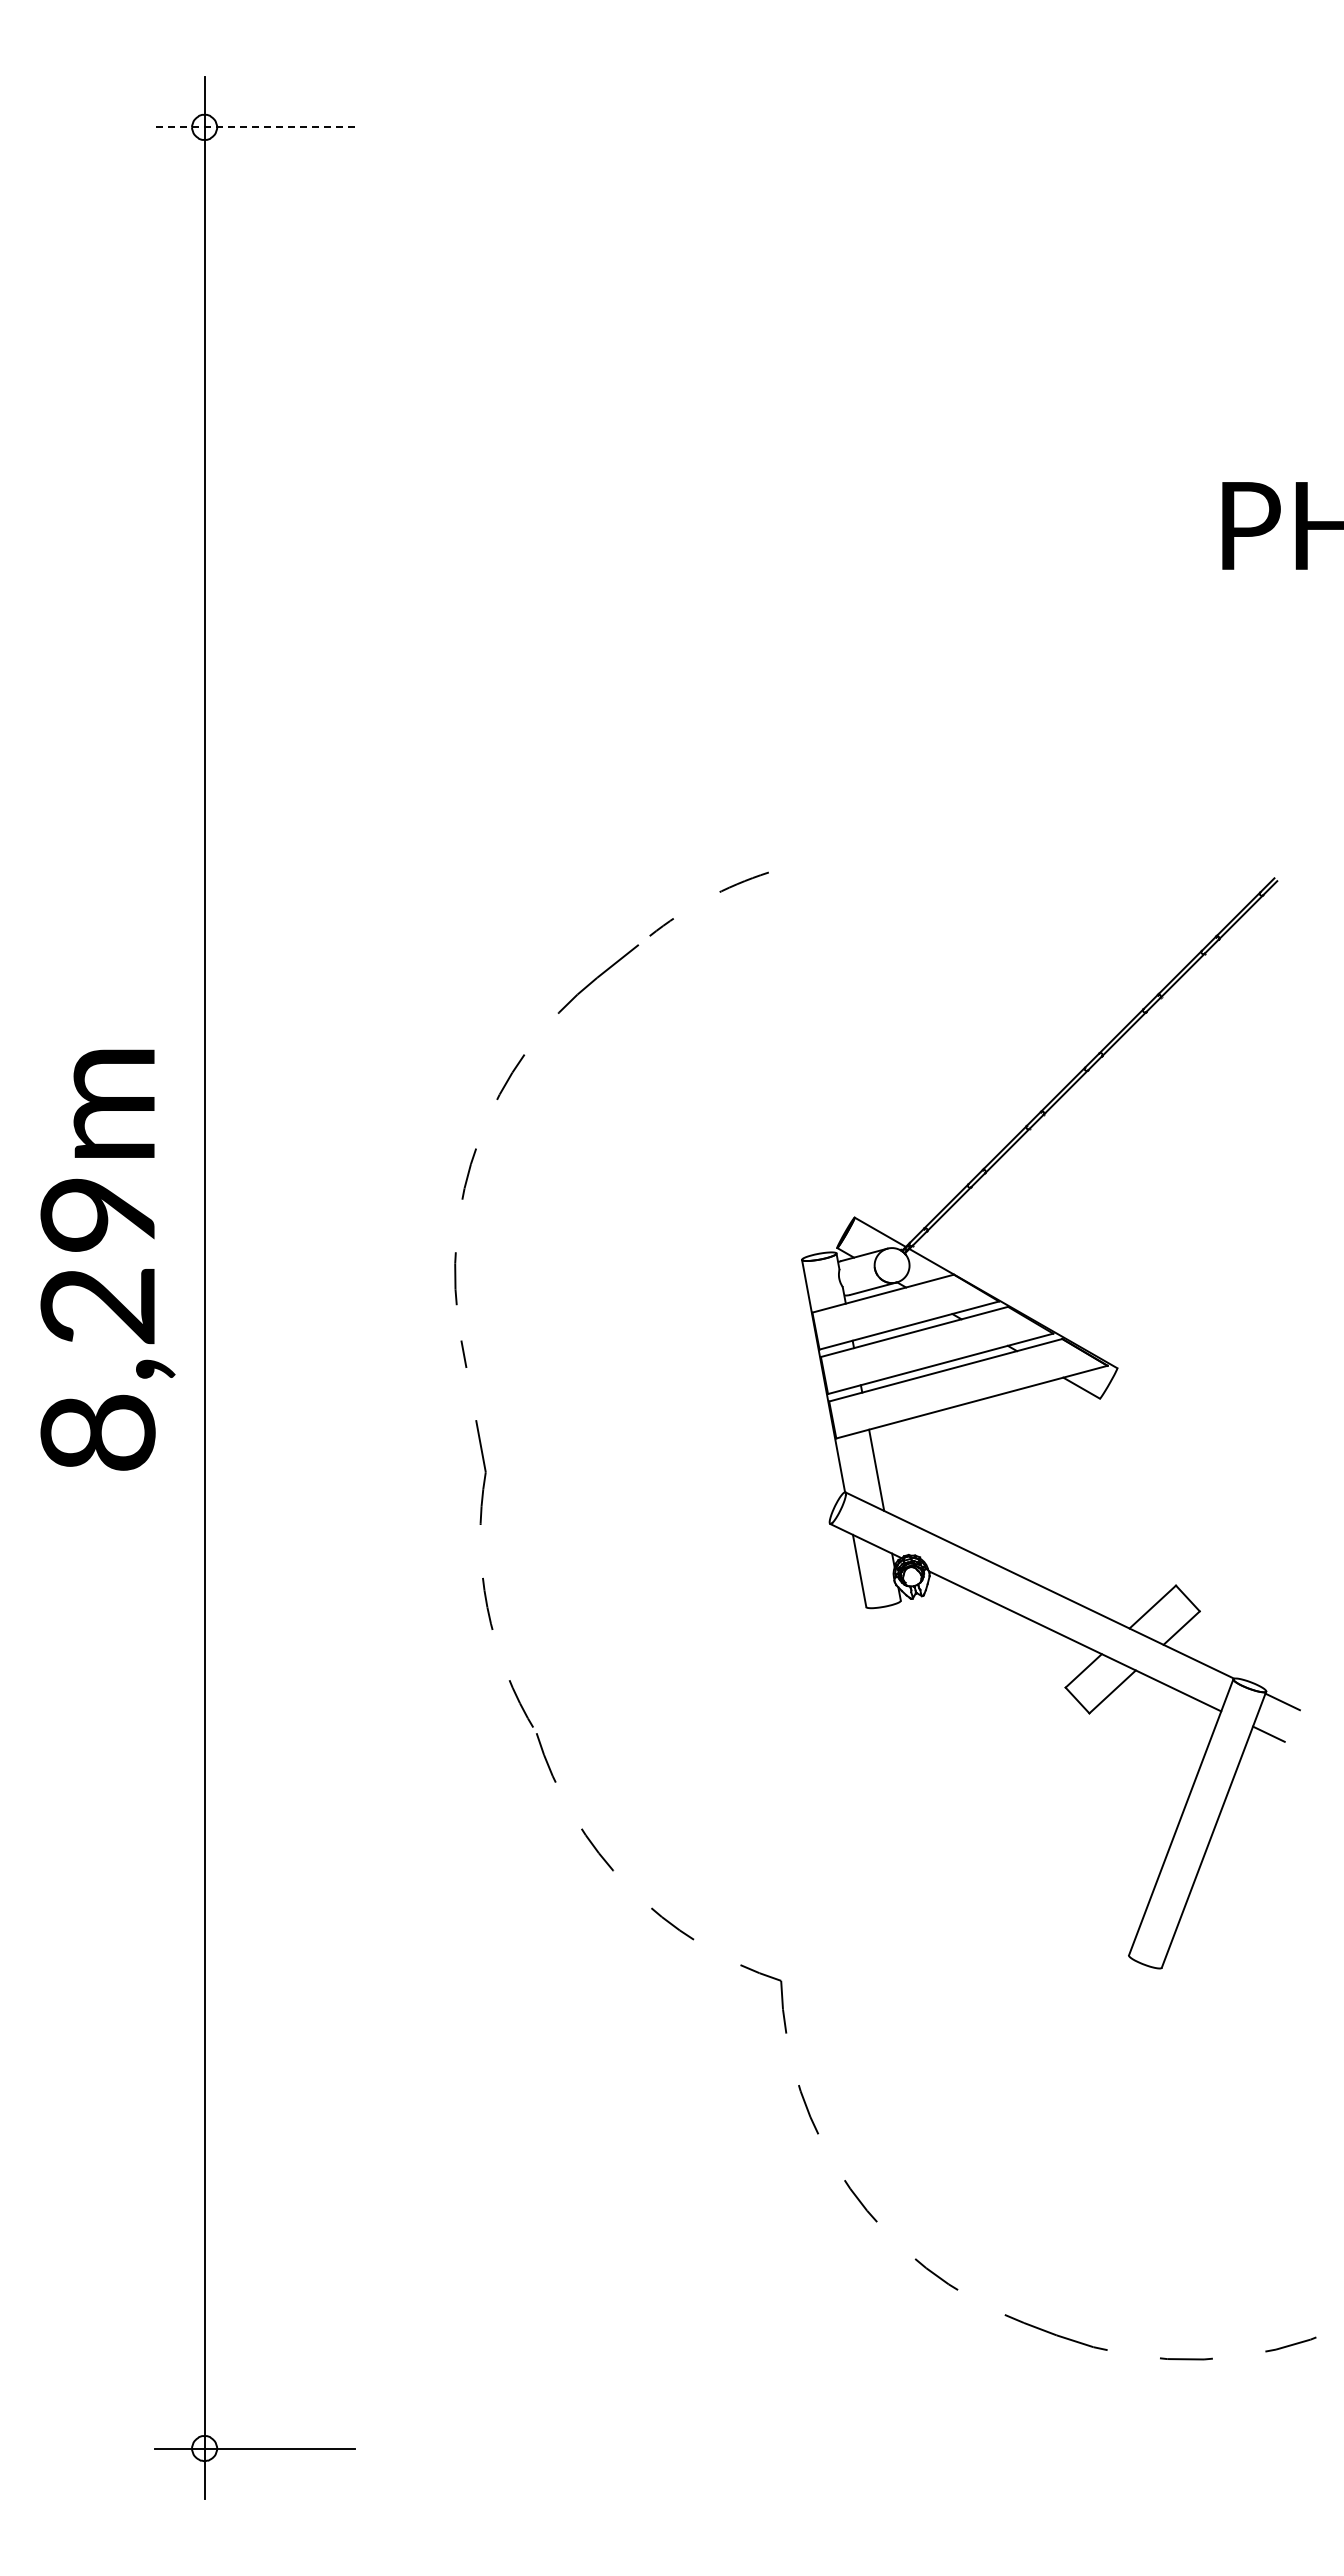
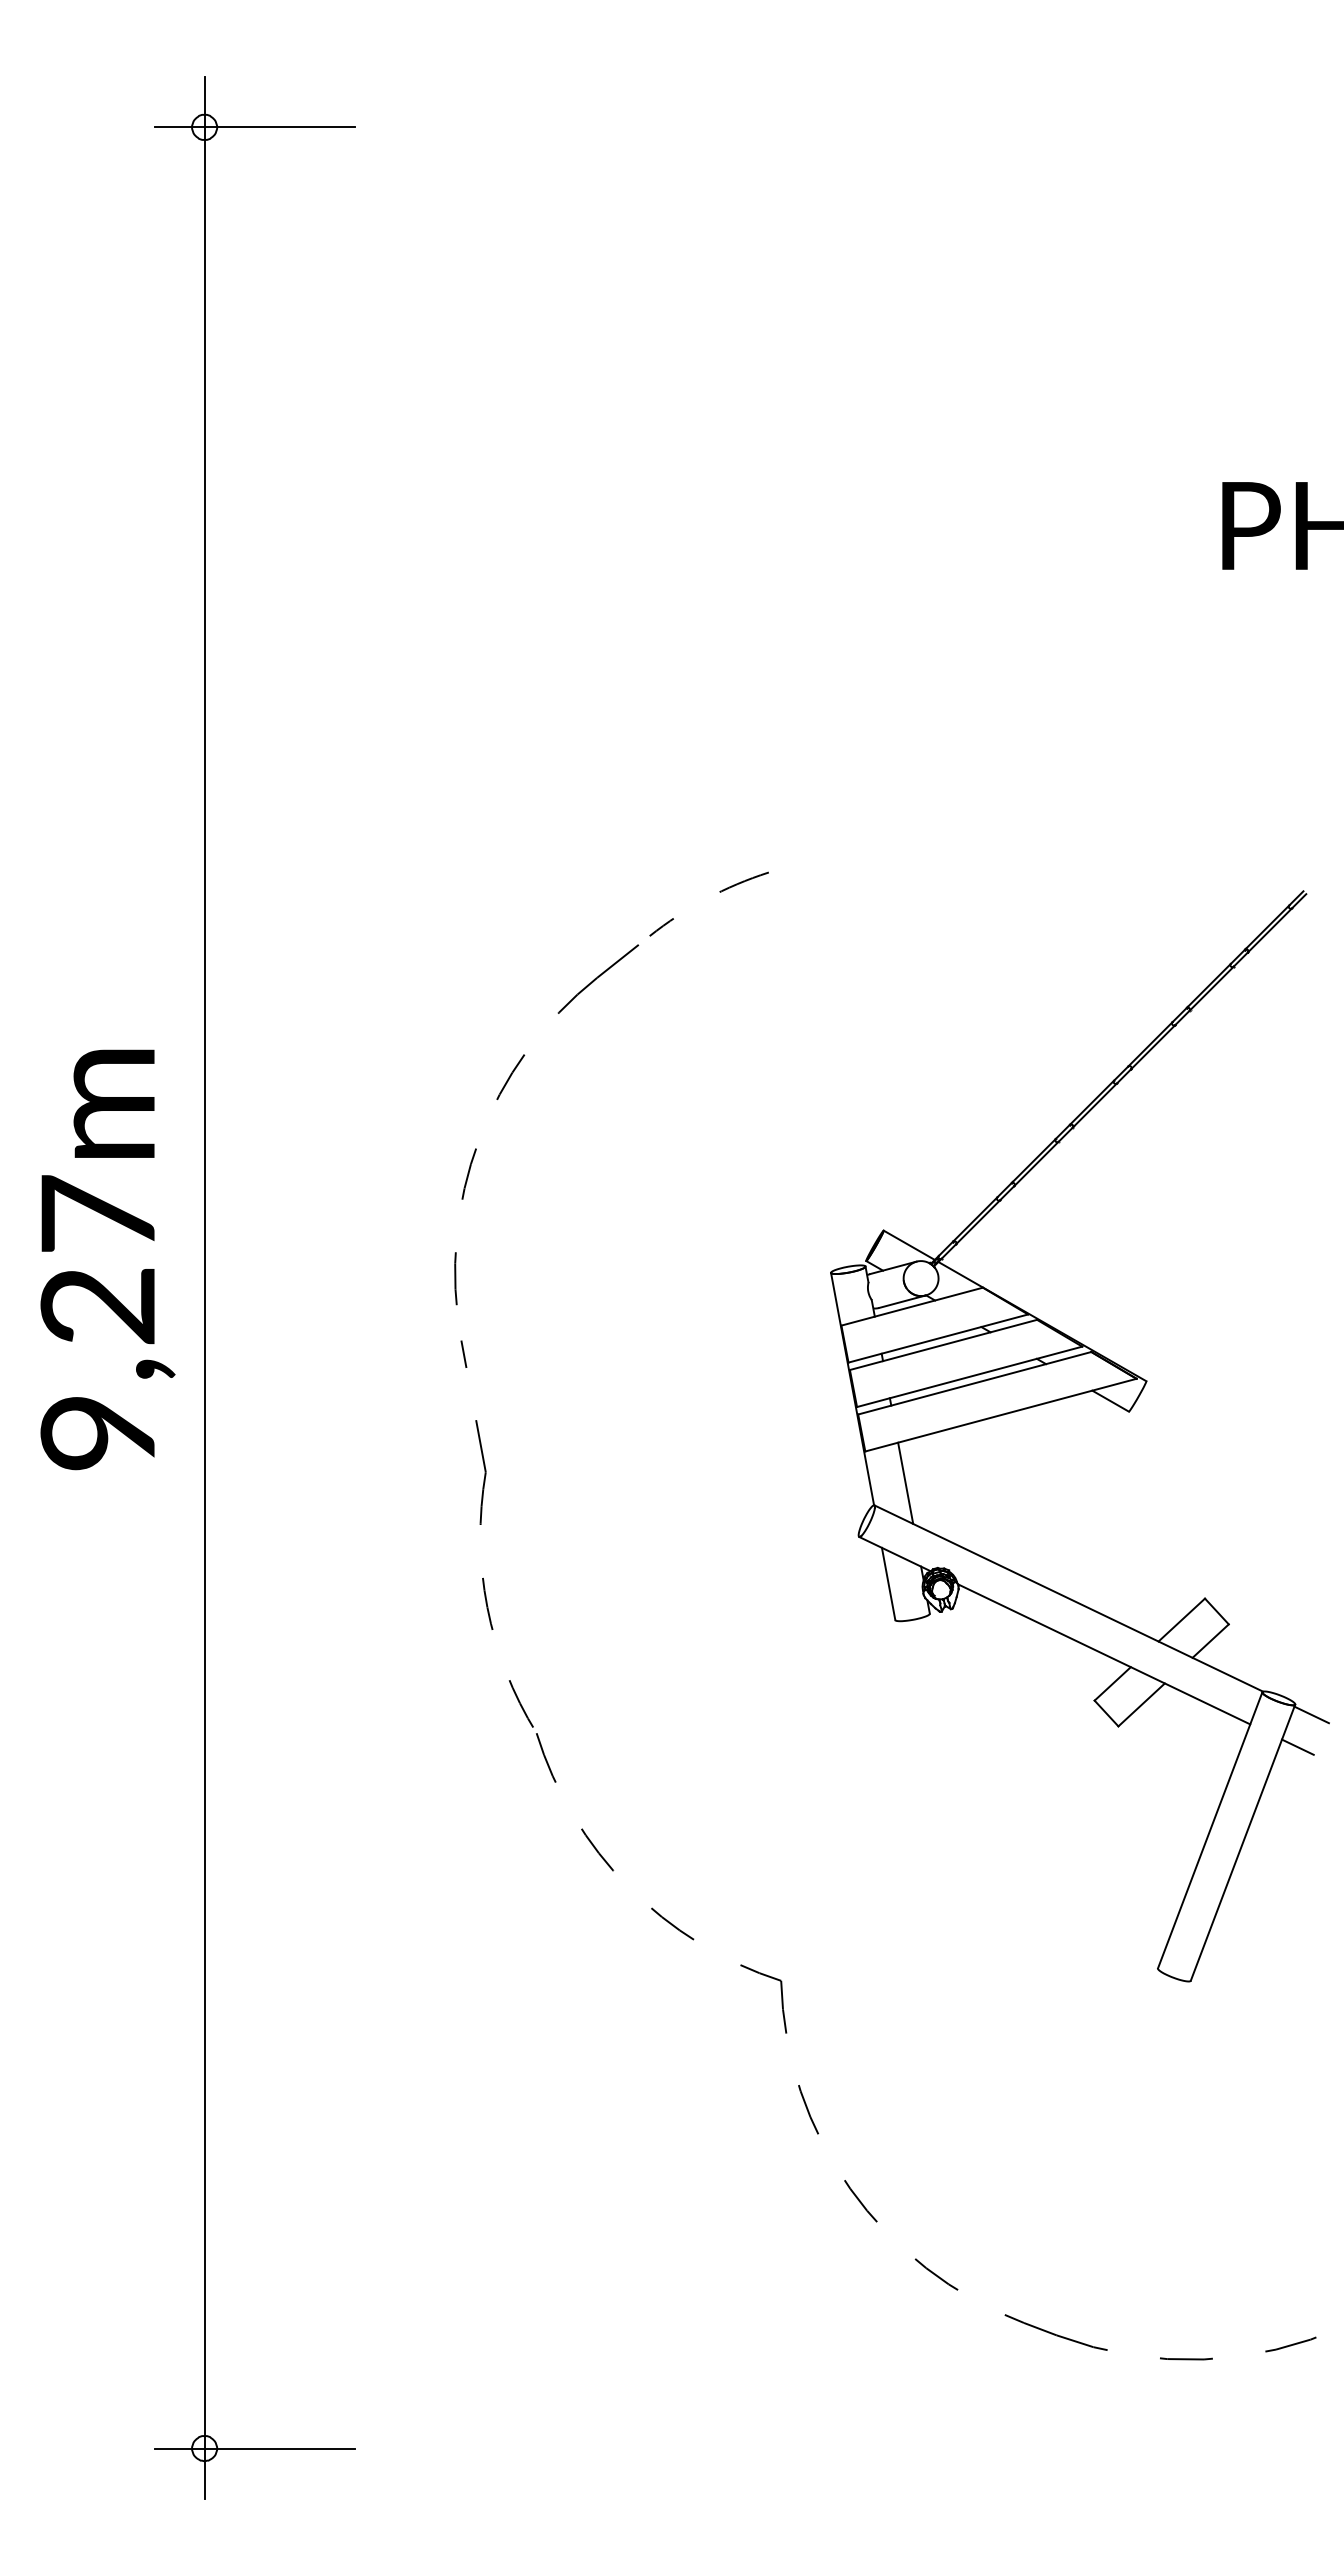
line at (254, 127): dashed -> solid
text at (97, 1322): 8,29m -> 9,27m
part at (1042, 1384) position: (1042, 1384) -> (1071, 1397)
